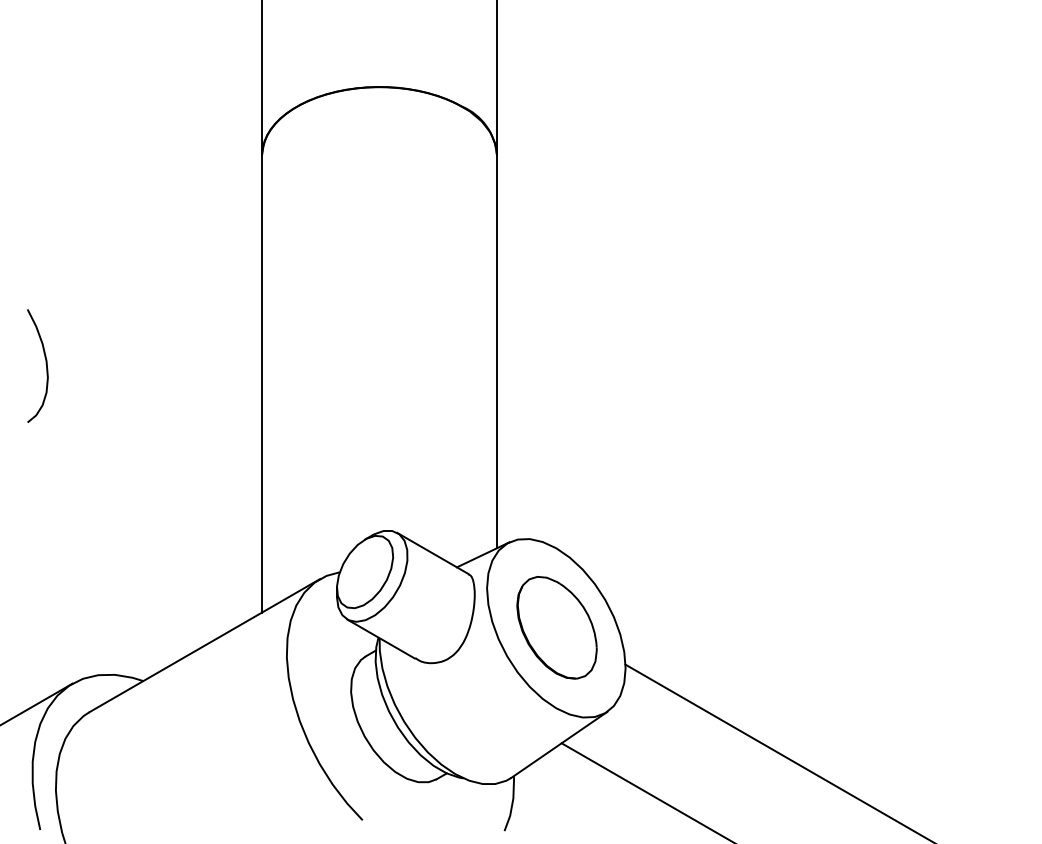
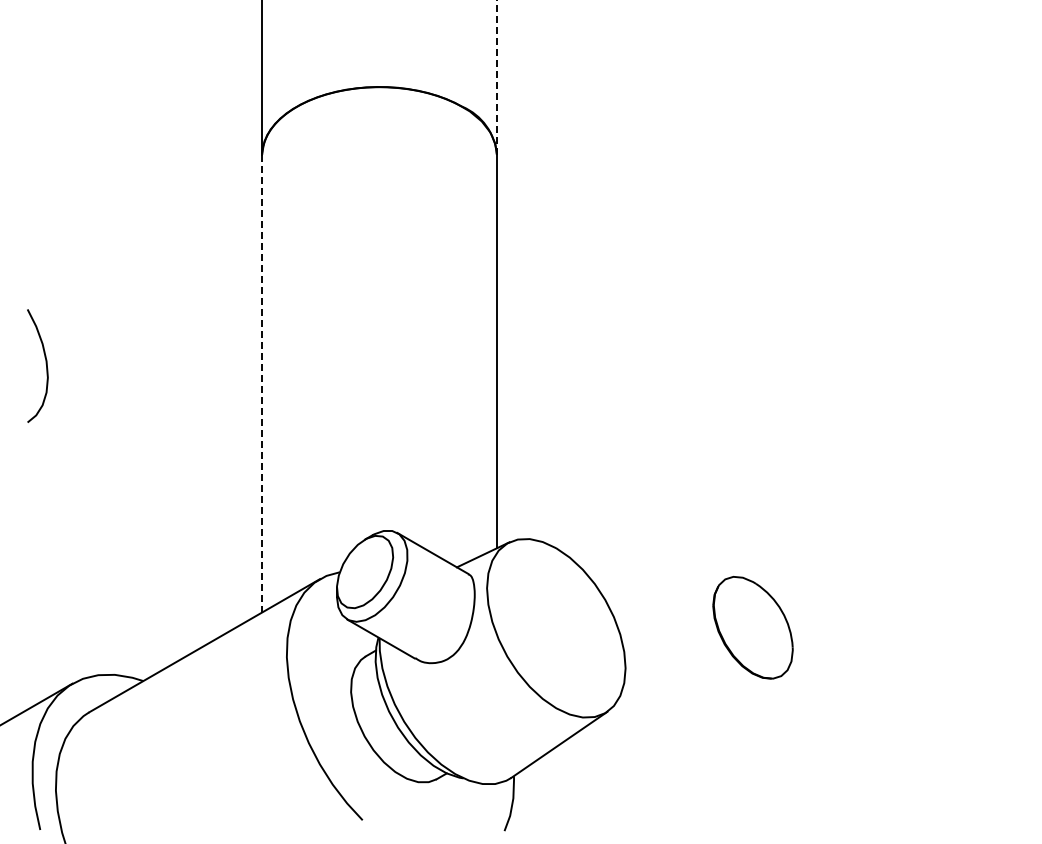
line at (496, 77): solid -> dashed
line at (262, 383): solid -> dashed
part at (556, 627) position: (556, 627) -> (752, 627)
line at (777, 752): present -> none
line at (645, 791): present -> none
